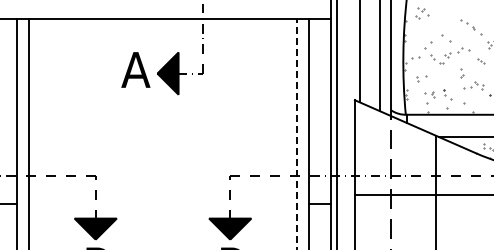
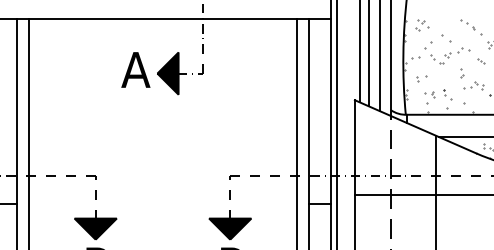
part at (422, 13) position: (422, 13) -> (422, 25)
line at (368, 54): none -> present
line at (296, 134): dashed -> solid
